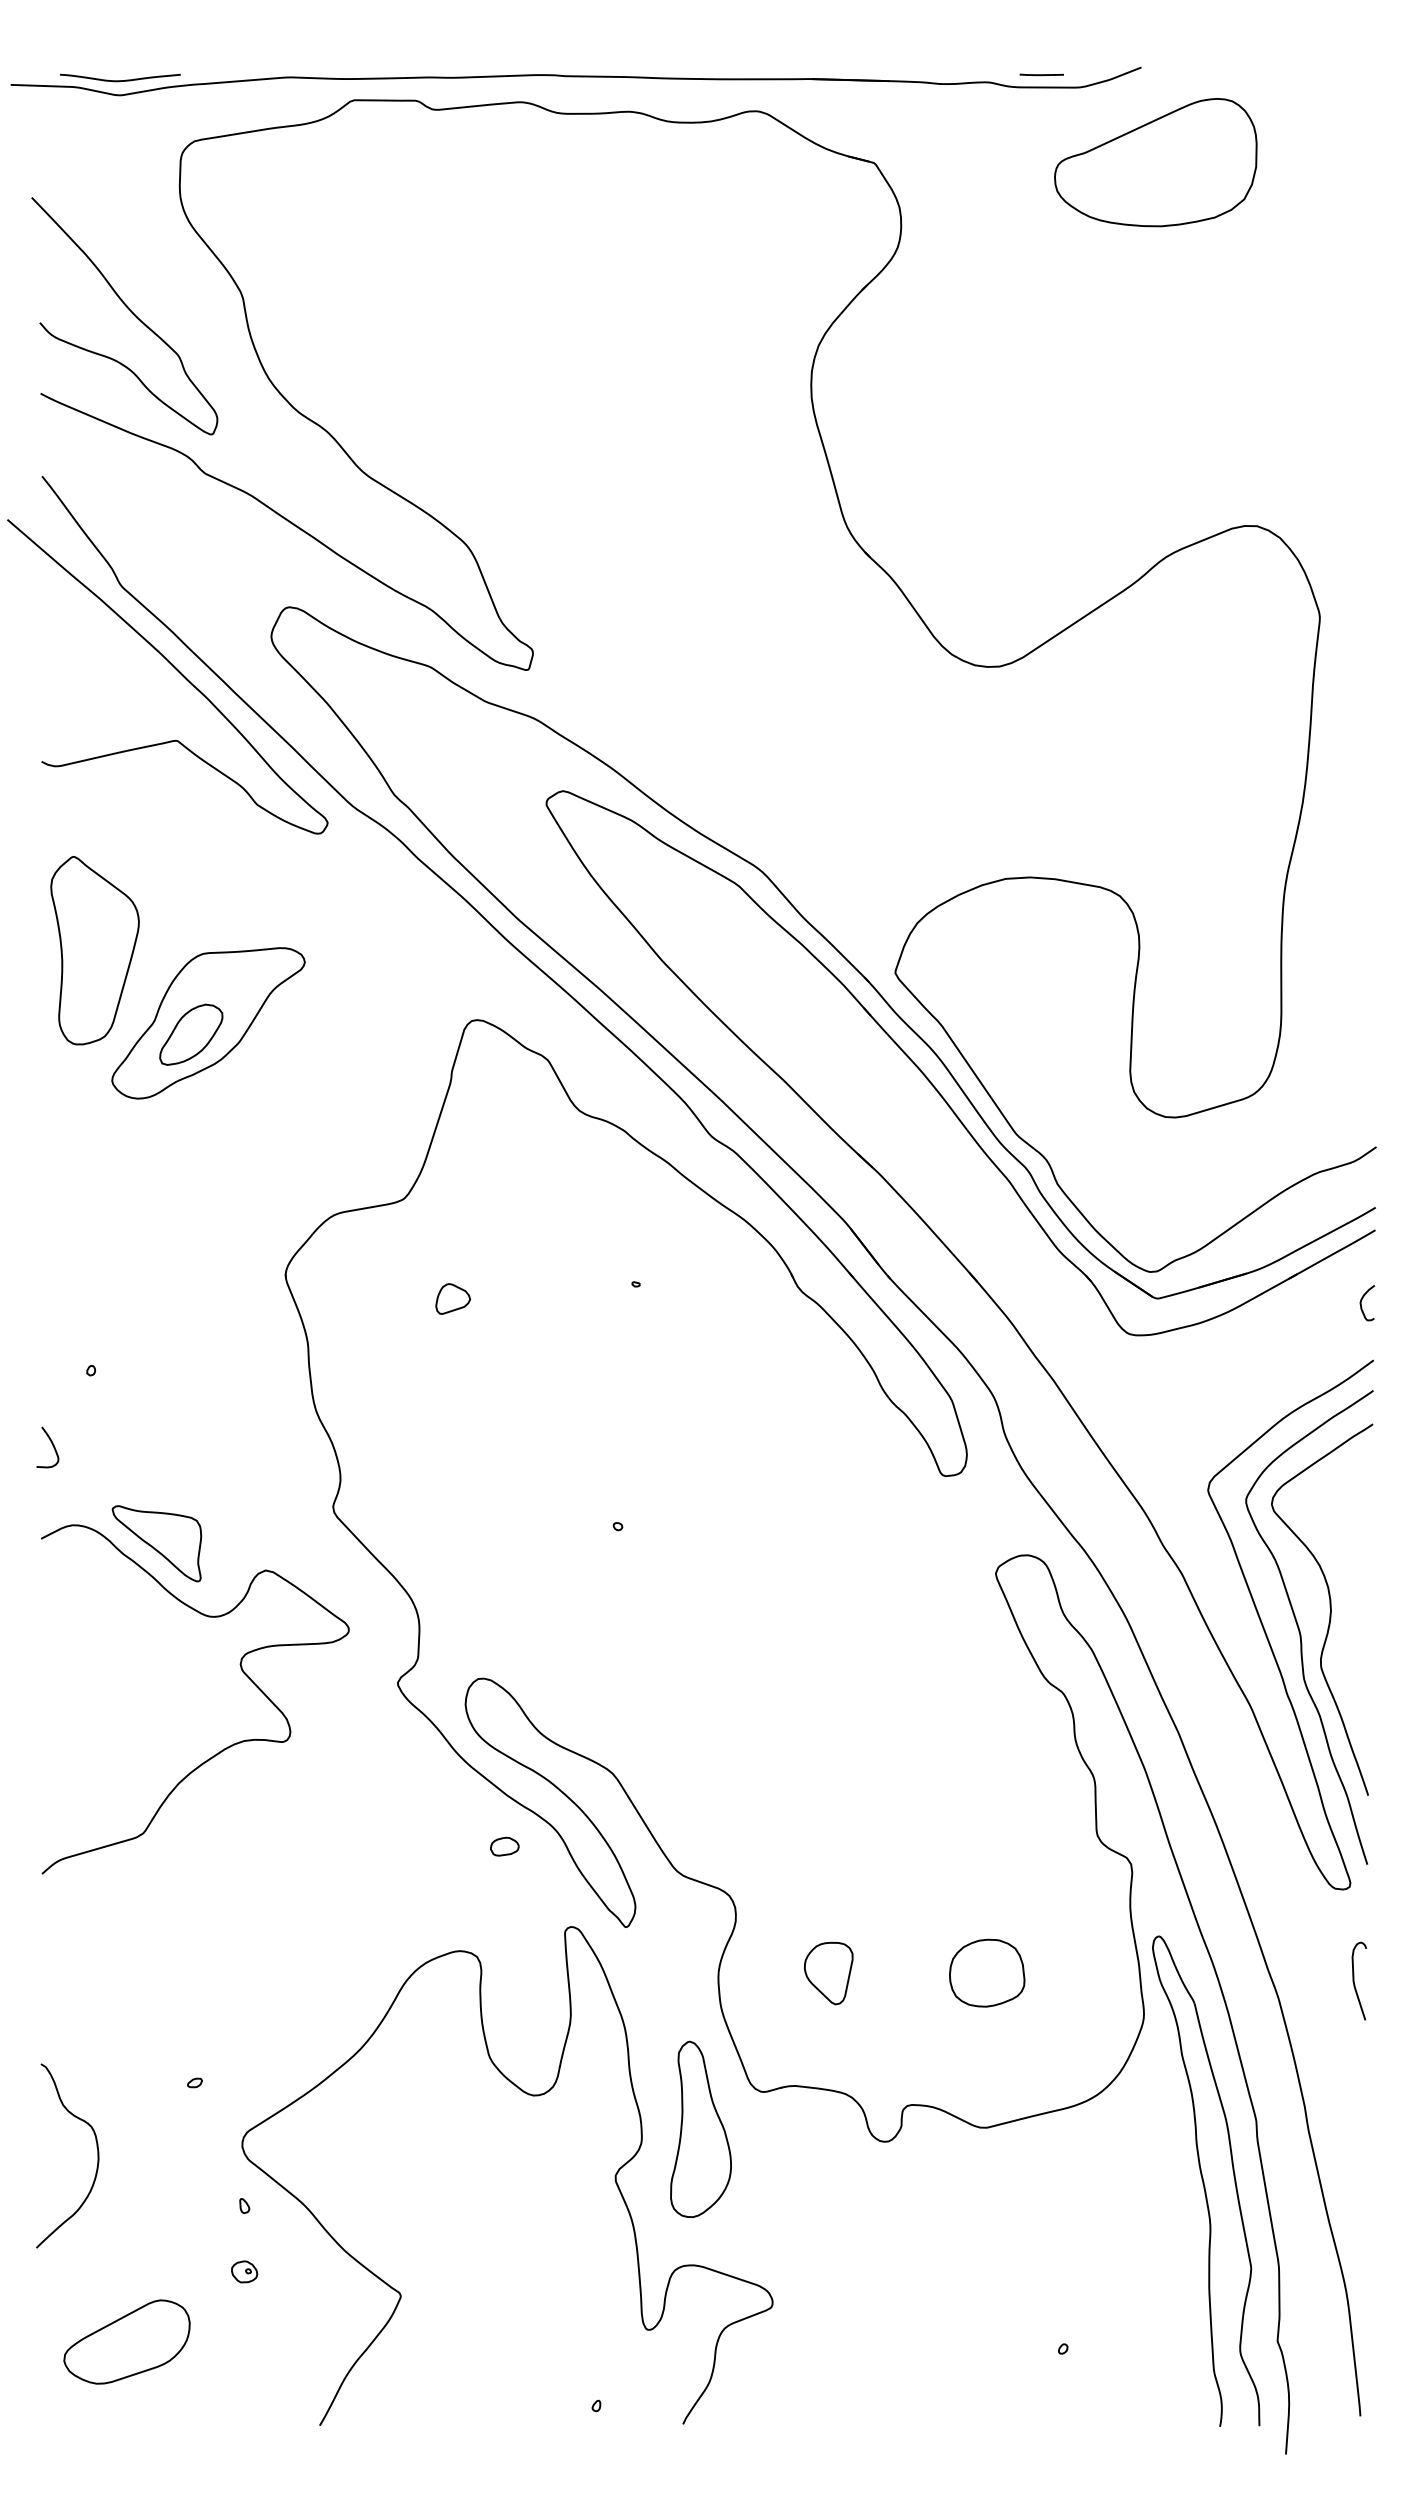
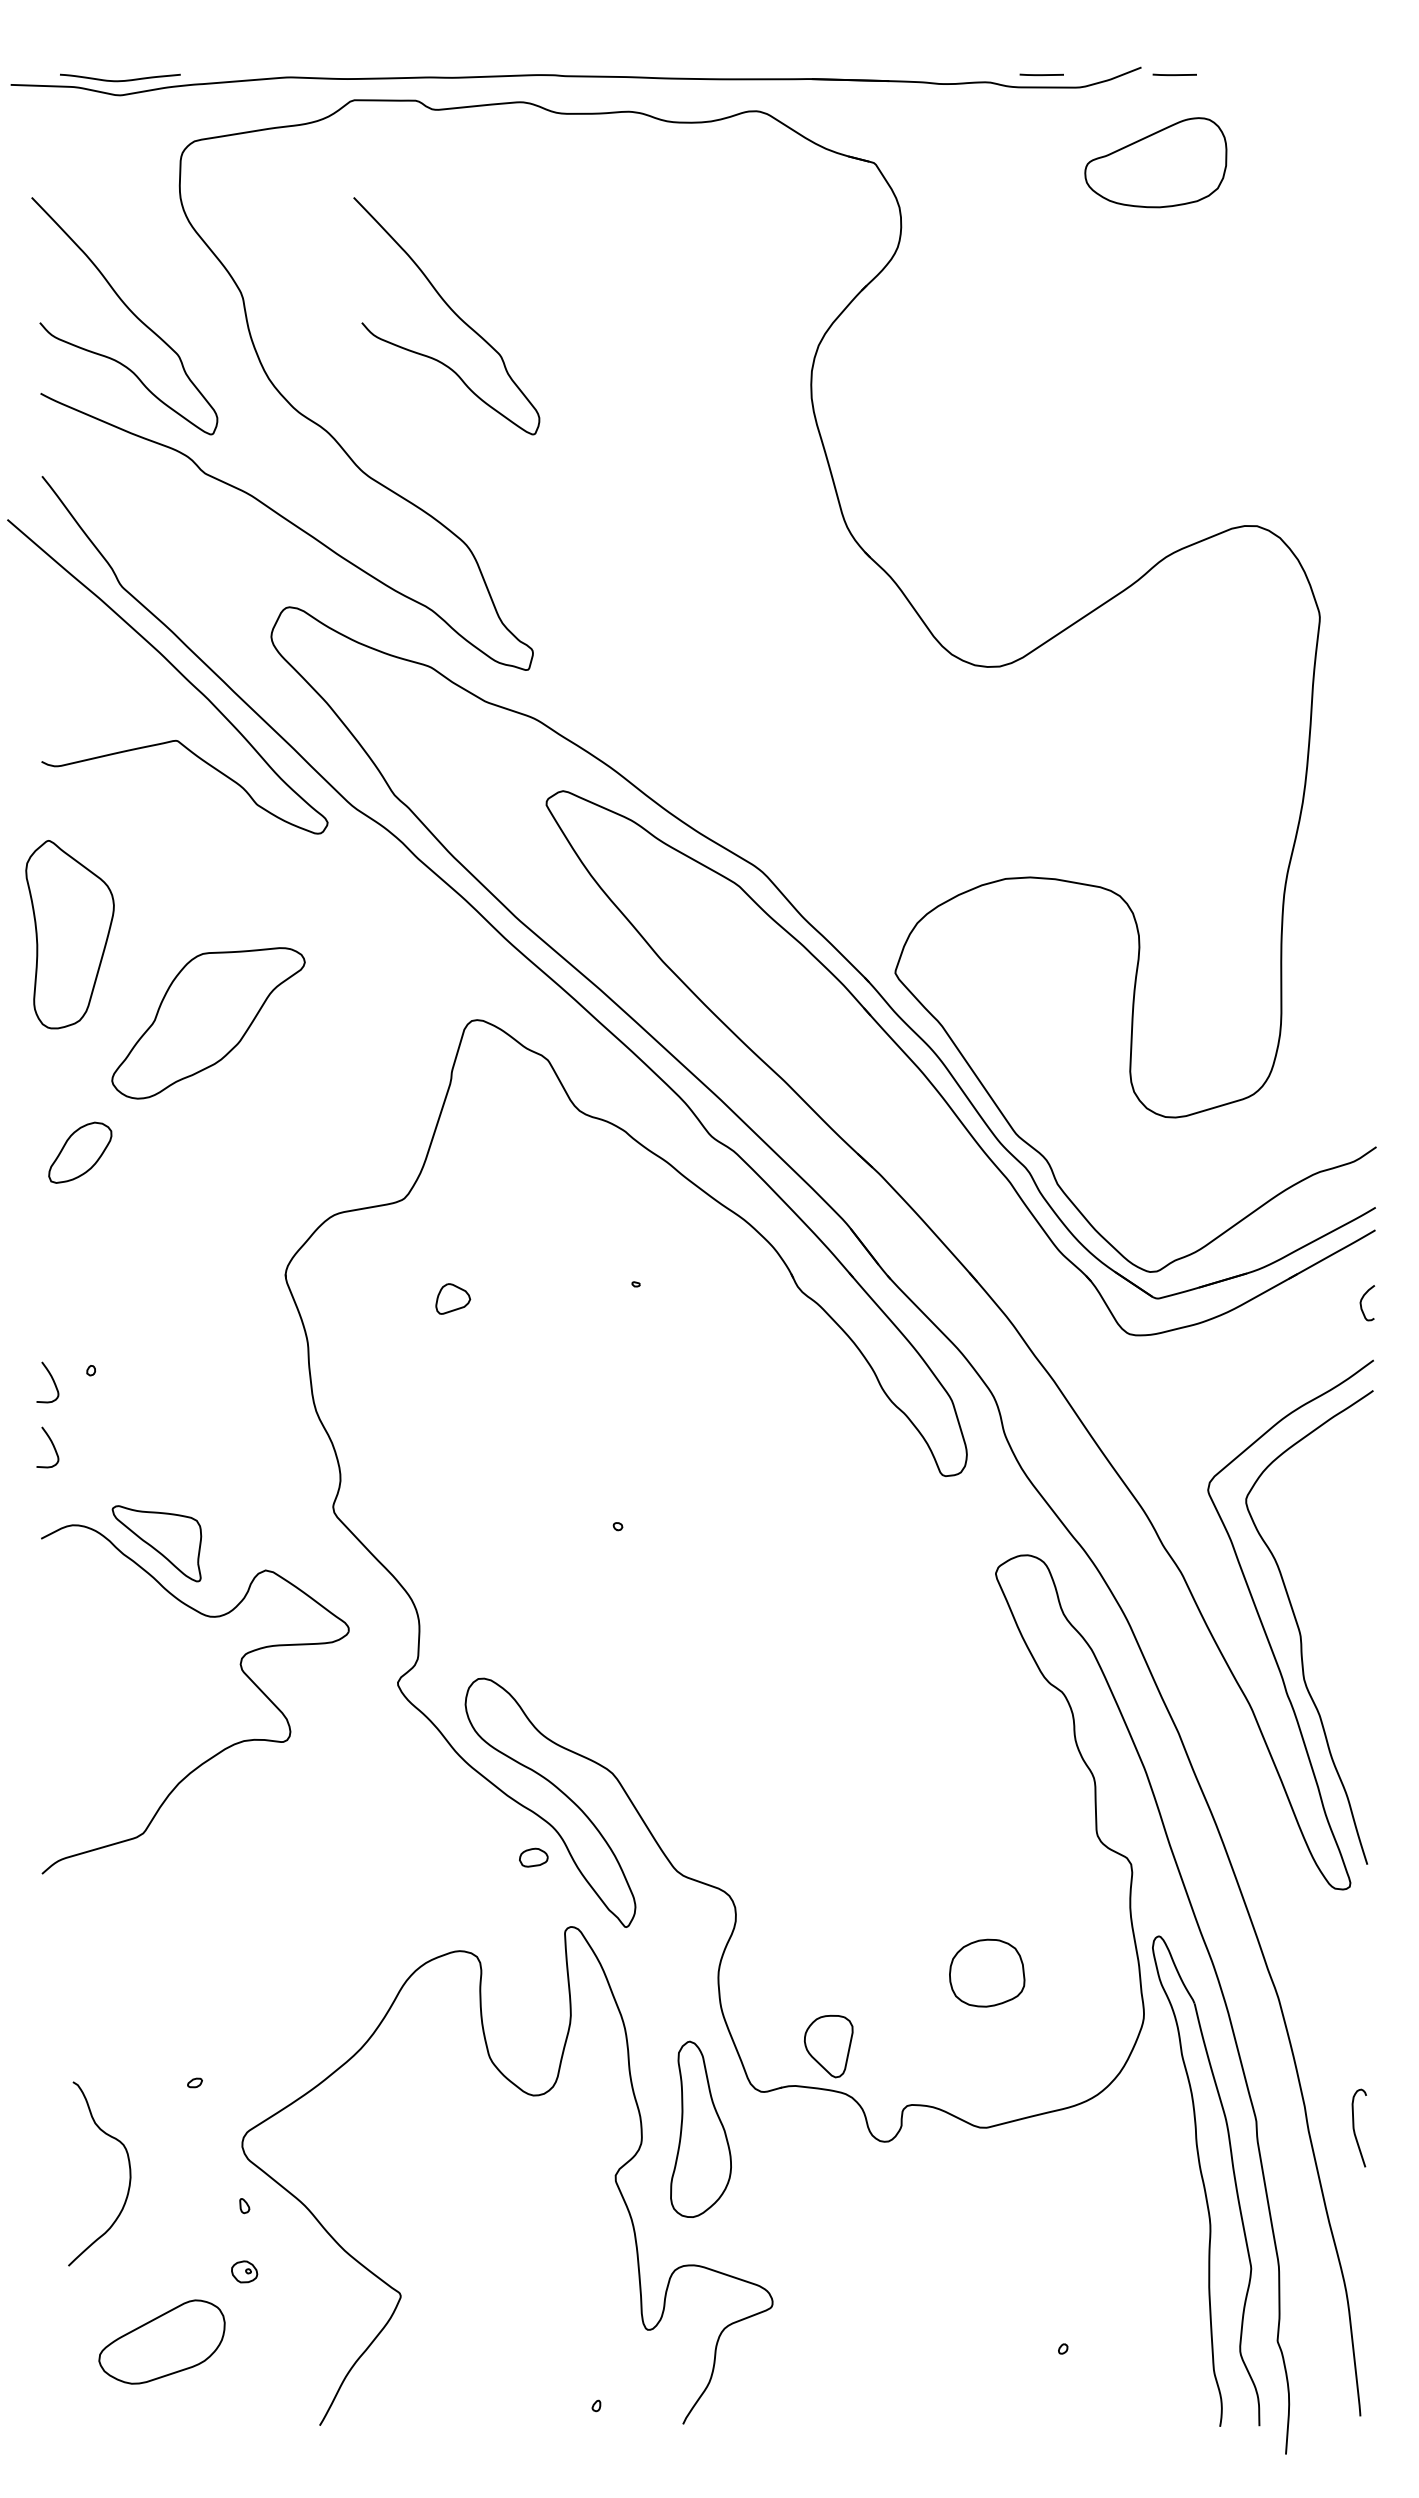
line at (1174, 74): none -> present
part at (1155, 162) size: 204x130 px -> 144x92 px
curve at (453, 313): none -> present
part at (94, 950) position: (94, 950) -> (69, 934)
part at (191, 1034) position: (191, 1034) -> (80, 1152)
curve at (52, 1380): none -> present
curve at (1329, 1607): present -> none
part at (504, 1846) position: (504, 1846) -> (533, 1857)
part at (828, 1973) position: (828, 1973) -> (828, 2046)
curve at (1354, 1980) position: (1354, 1980) -> (1354, 2127)
curve at (97, 2155) position: (97, 2155) -> (129, 2173)
part at (126, 2341) position: (126, 2341) -> (161, 2341)
